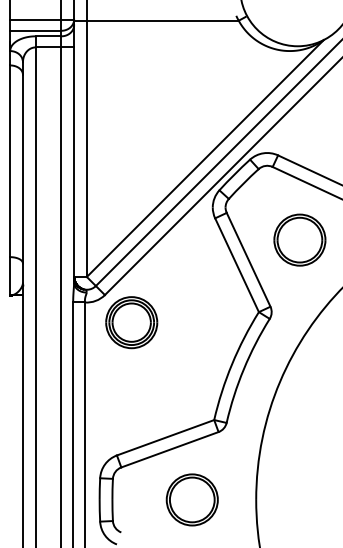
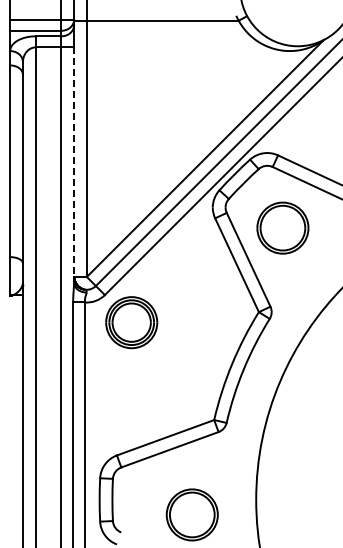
line at (74, 165): solid -> dashed
part at (299, 239) position: (299, 239) -> (282, 227)
part at (191, 499) position: (191, 499) -> (191, 514)
